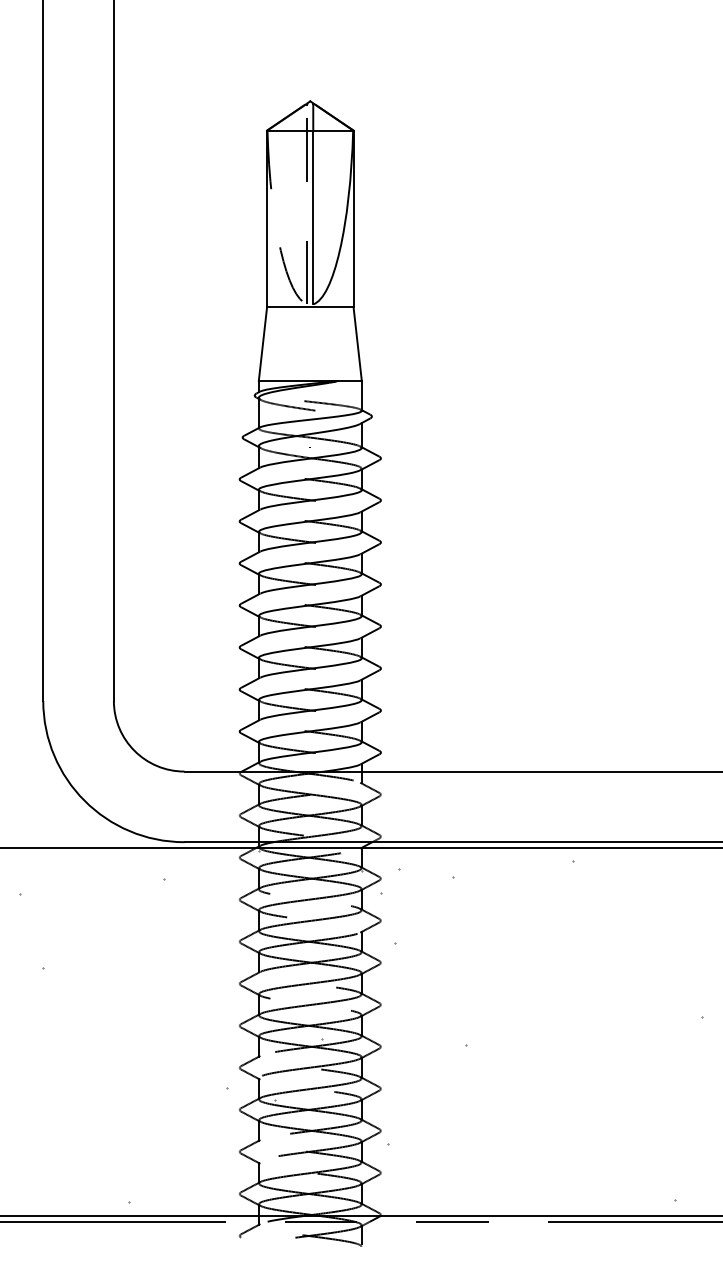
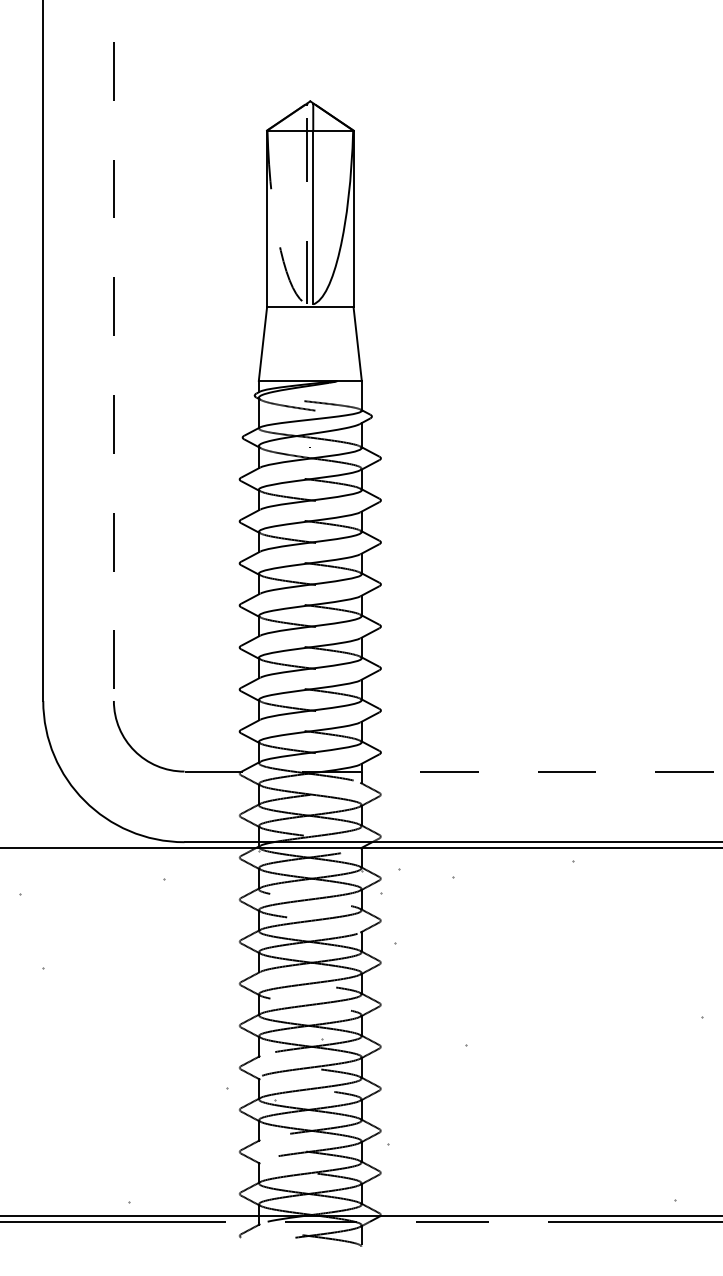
line at (113, 351): solid -> dashed
line at (453, 771): solid -> dashed
